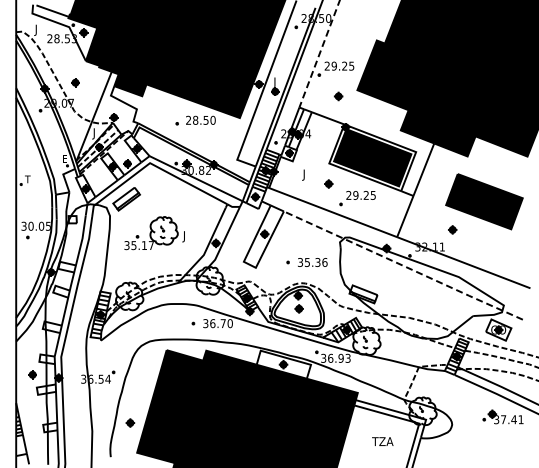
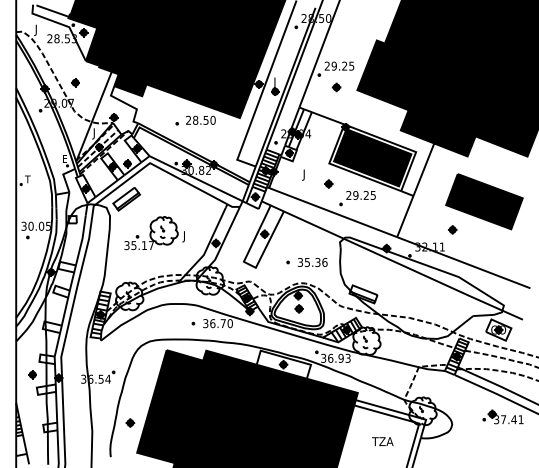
line at (319, 54): dashed -> solid
part at (338, 96) position: (338, 96) -> (336, 87)
line at (402, 265): dashed -> solid
